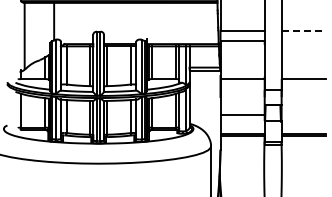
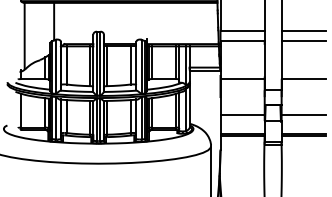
line at (304, 30): dashed -> solid
line at (303, 40): none -> present
line at (303, 114): none -> present
